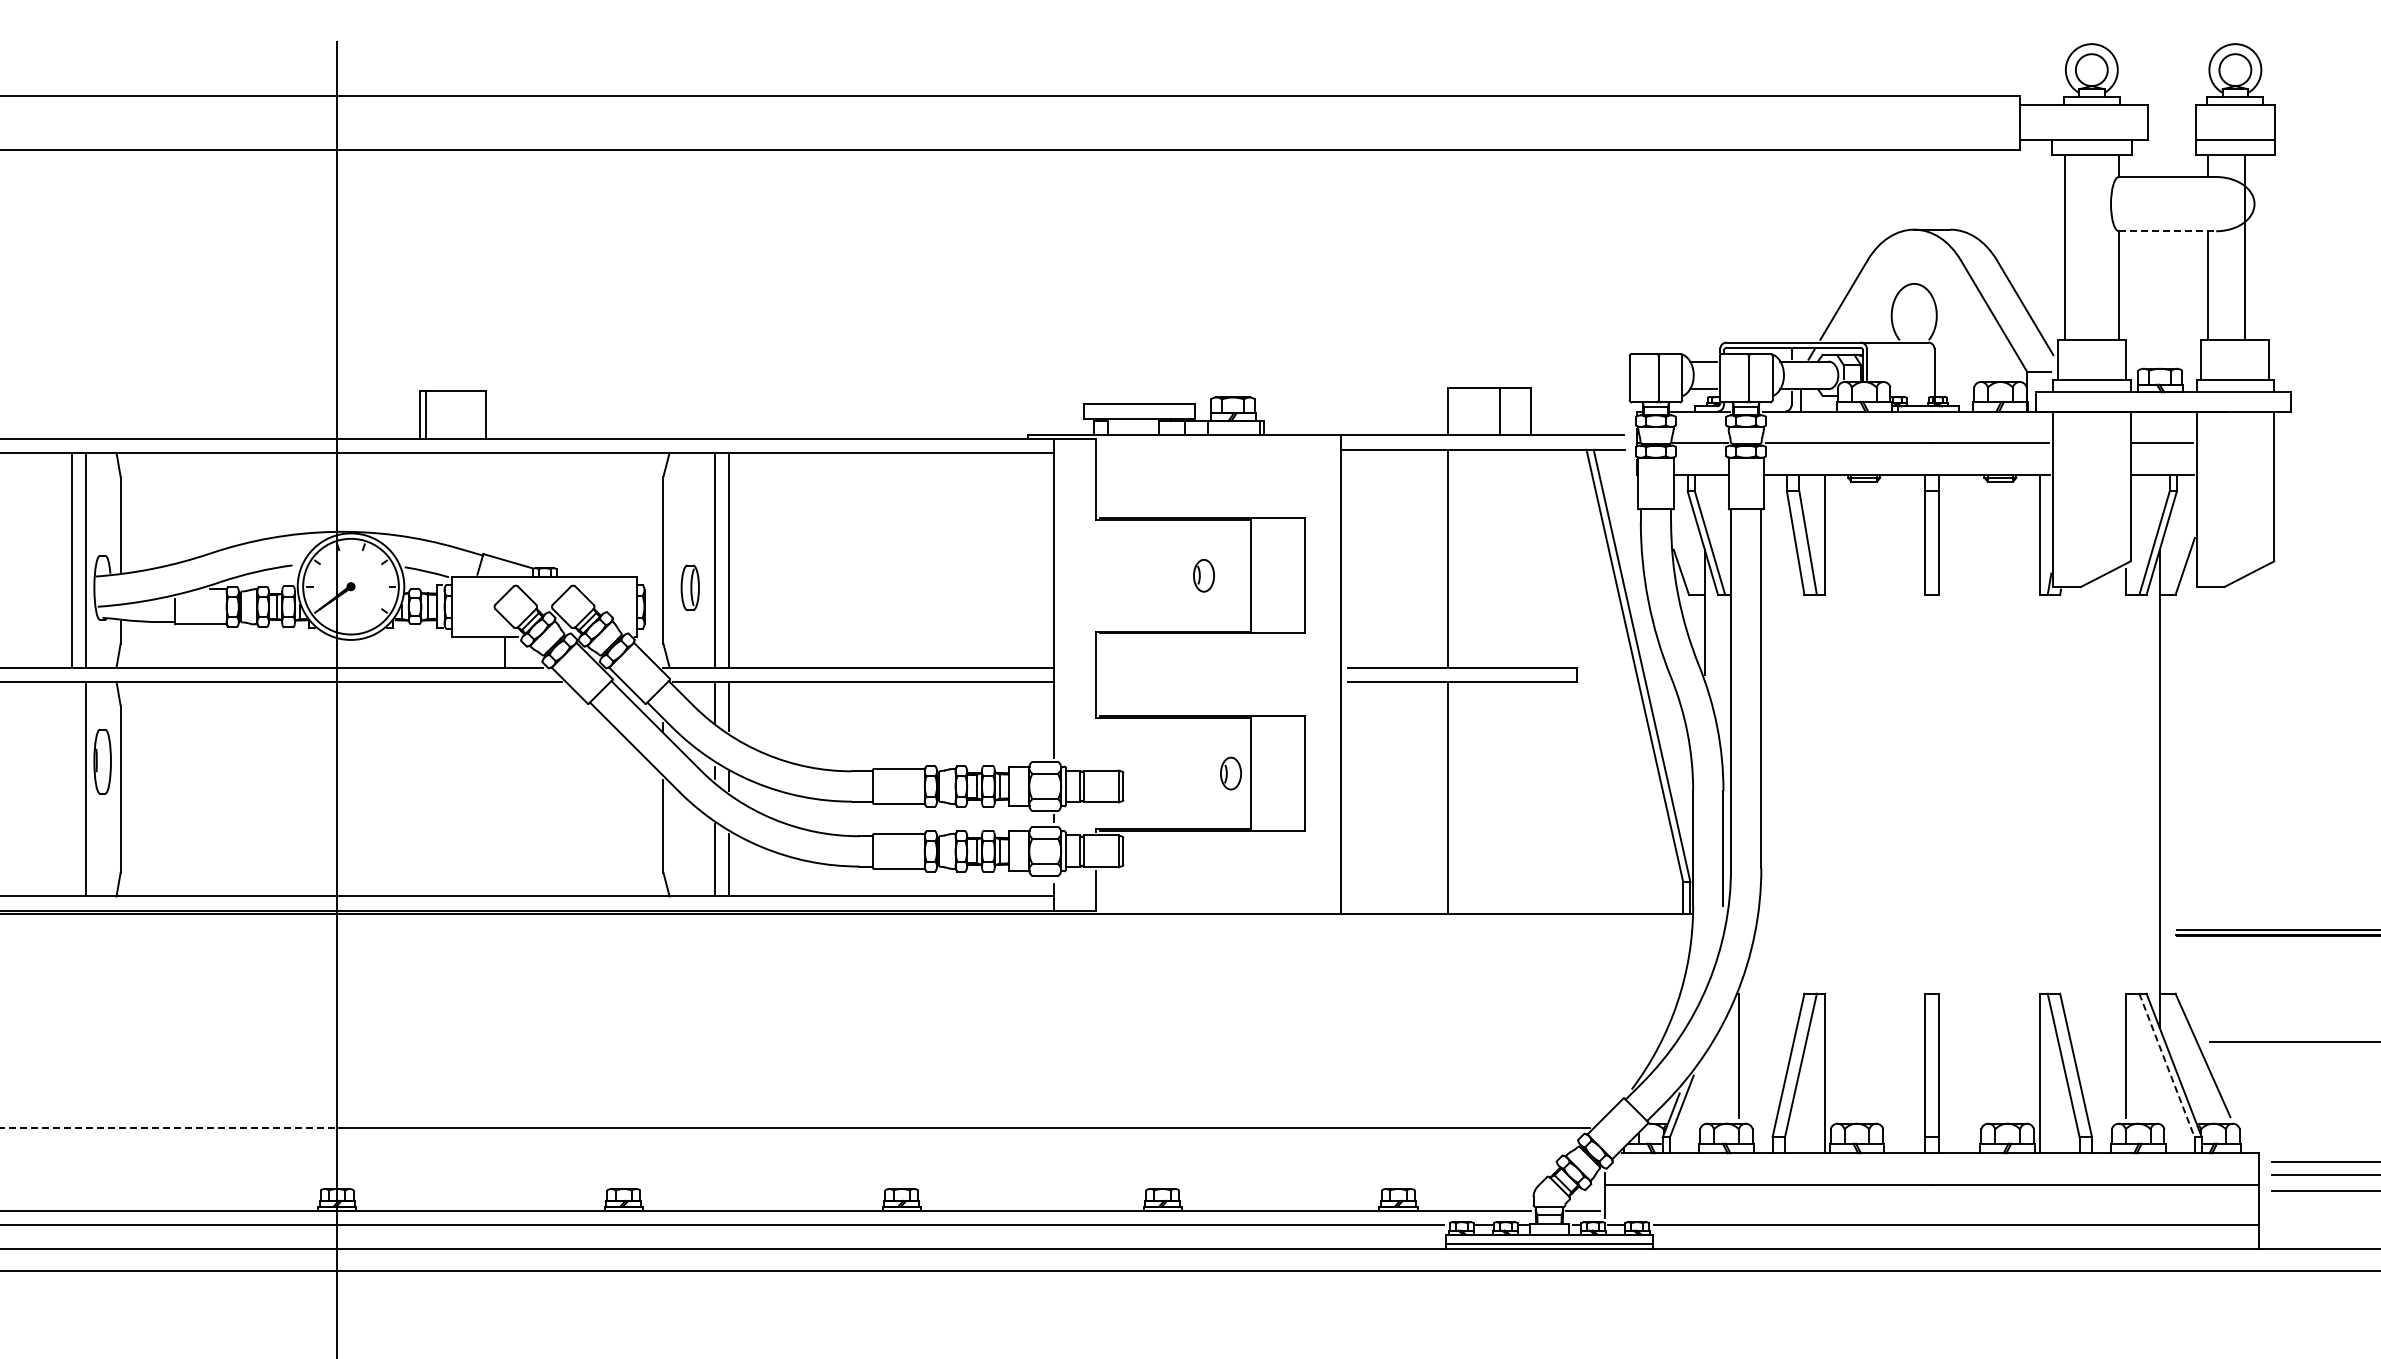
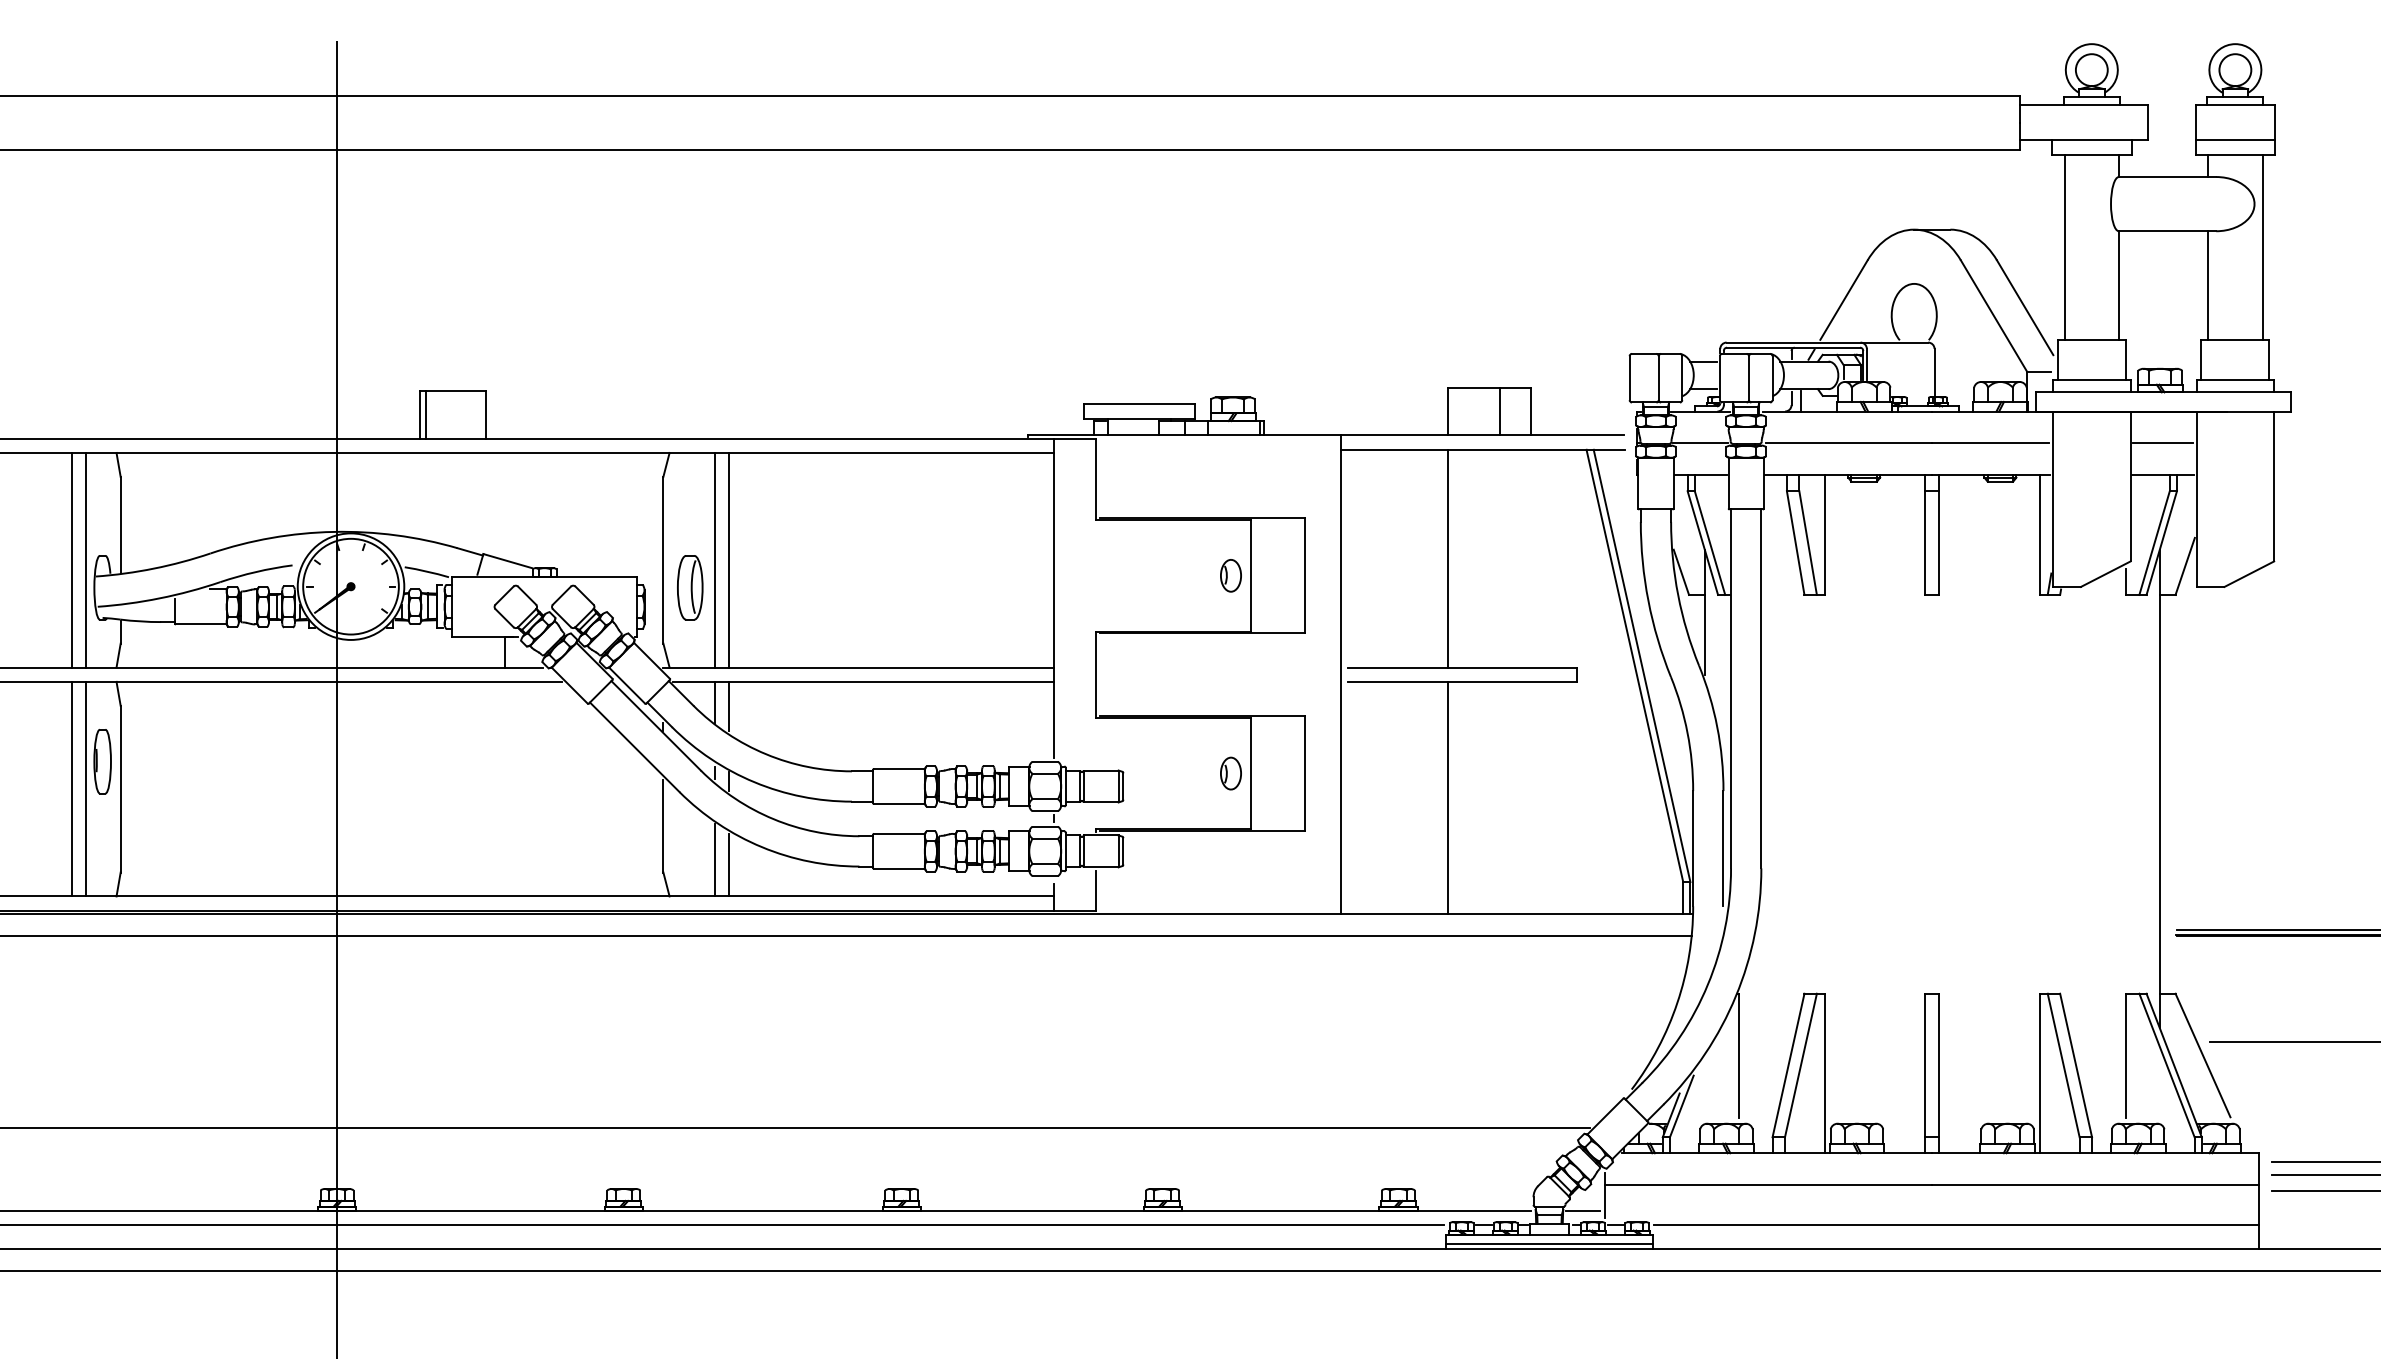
line at (2167, 231): dashed -> solid
line at (2244, 246) position: (2244, 246) -> (2262, 246)
part at (1203, 575) position: (1203, 575) -> (1230, 575)
part at (689, 587) size: 20x47 px -> 27x66 px
line at (71, 788): none -> present
line at (846, 936): none -> present
line at (2167, 1065): dashed -> solid
line at (169, 1127): dashed -> solid
